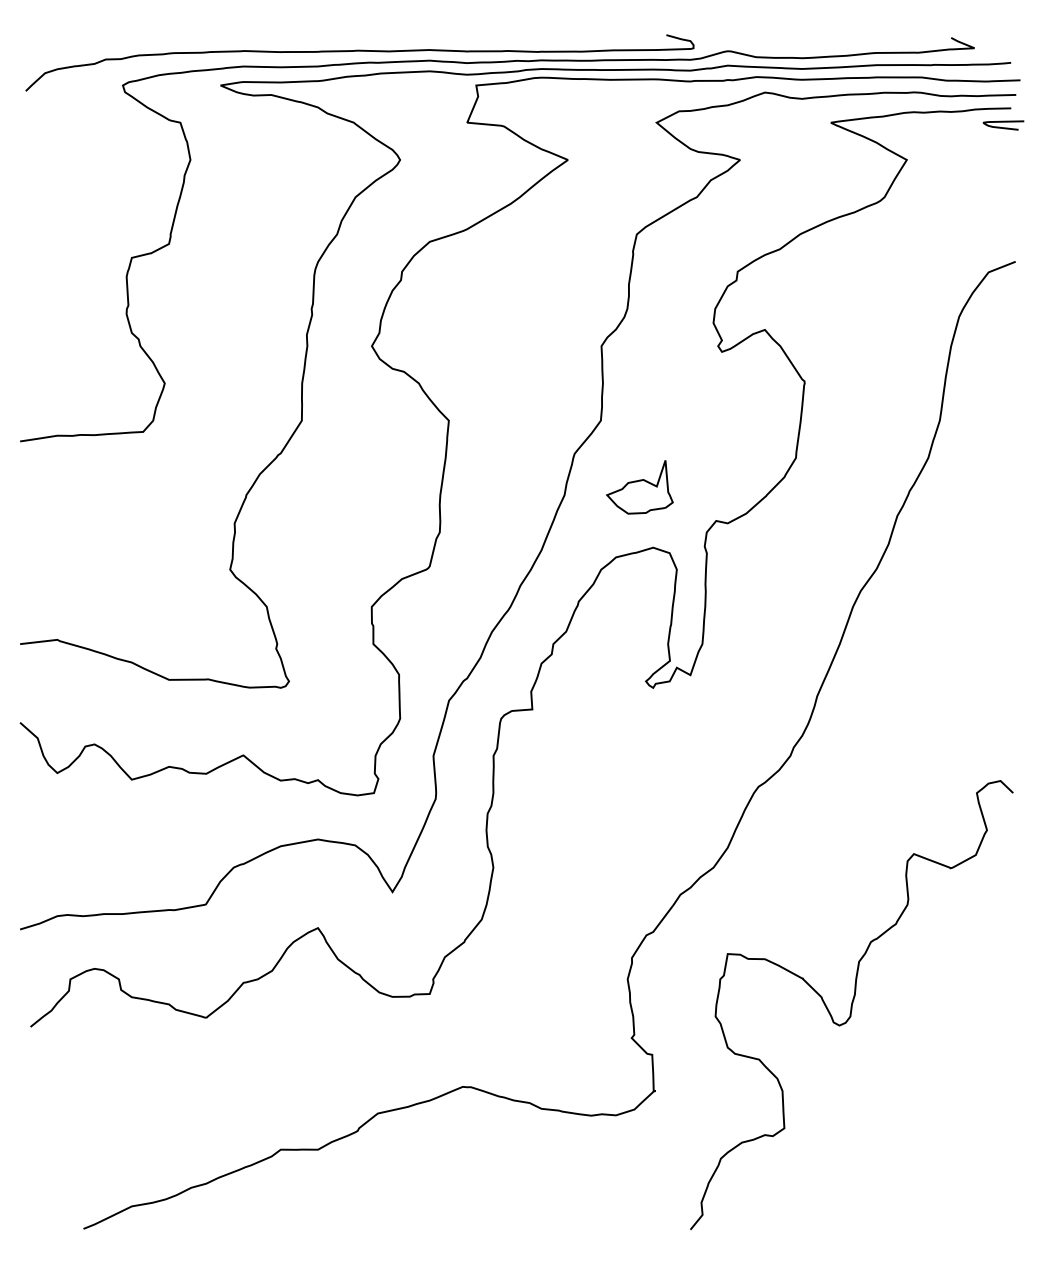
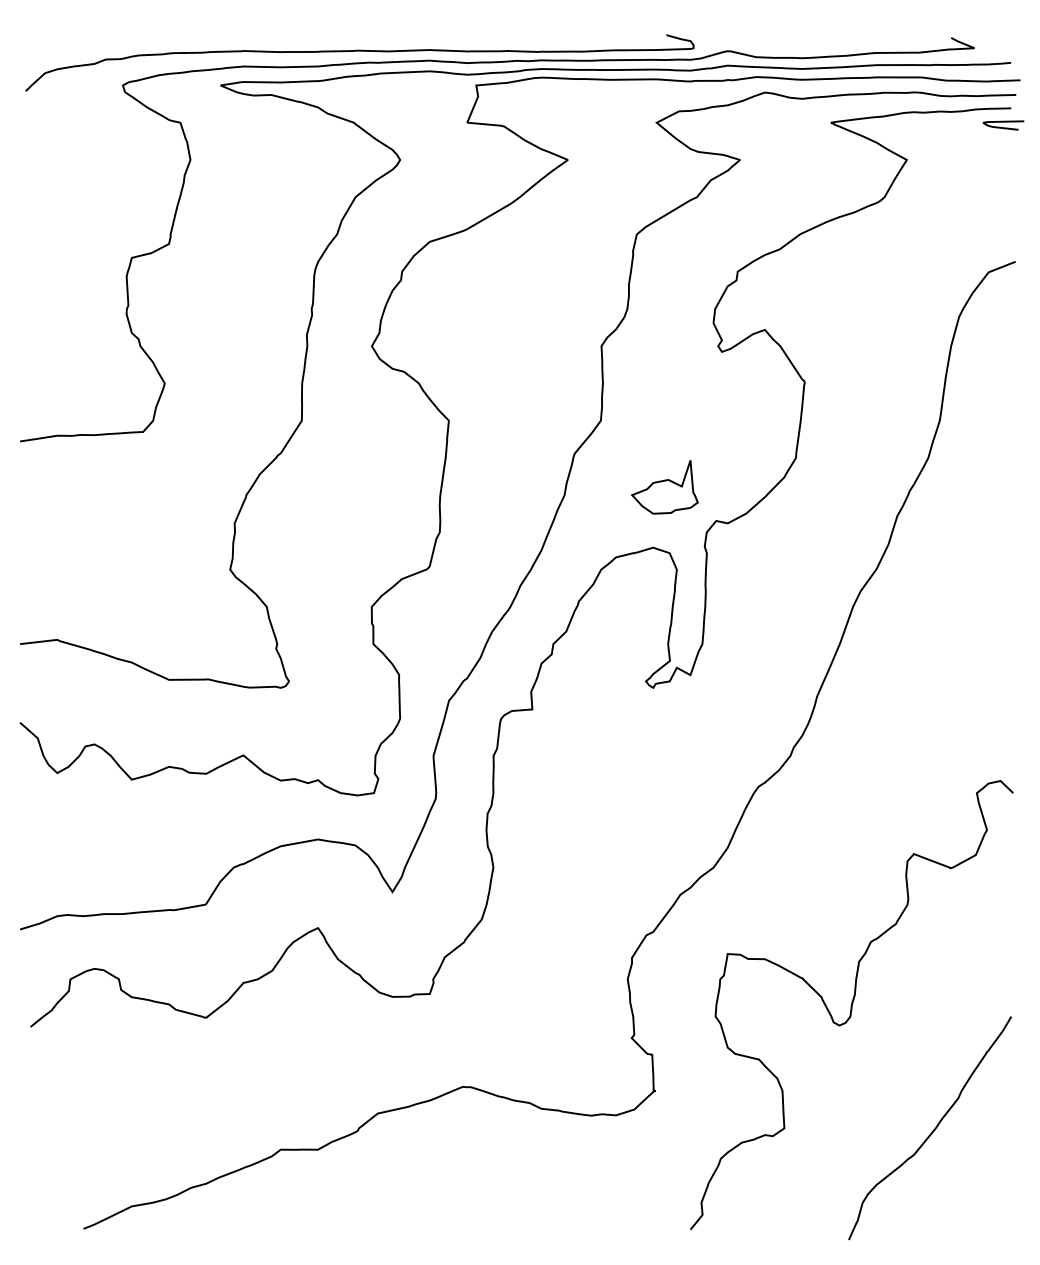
part at (639, 487) position: (639, 487) -> (664, 487)
curve at (932, 1130): none -> present
